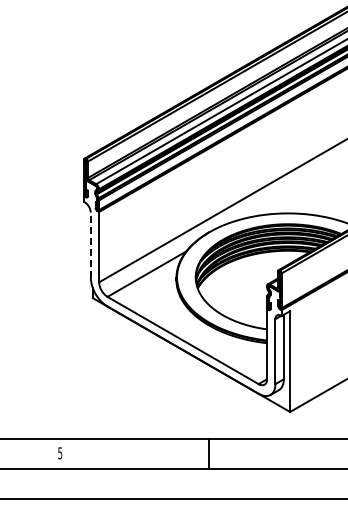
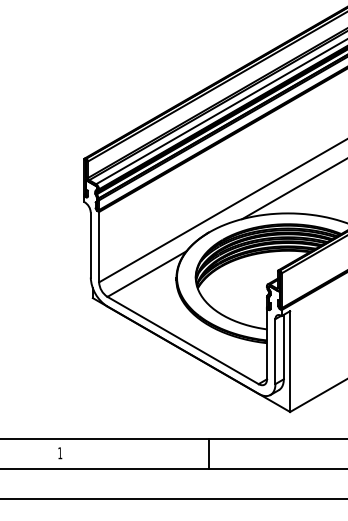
line at (293, 189): none -> present
line at (90, 244): dashed -> solid
text at (60, 453): 5 -> 1
